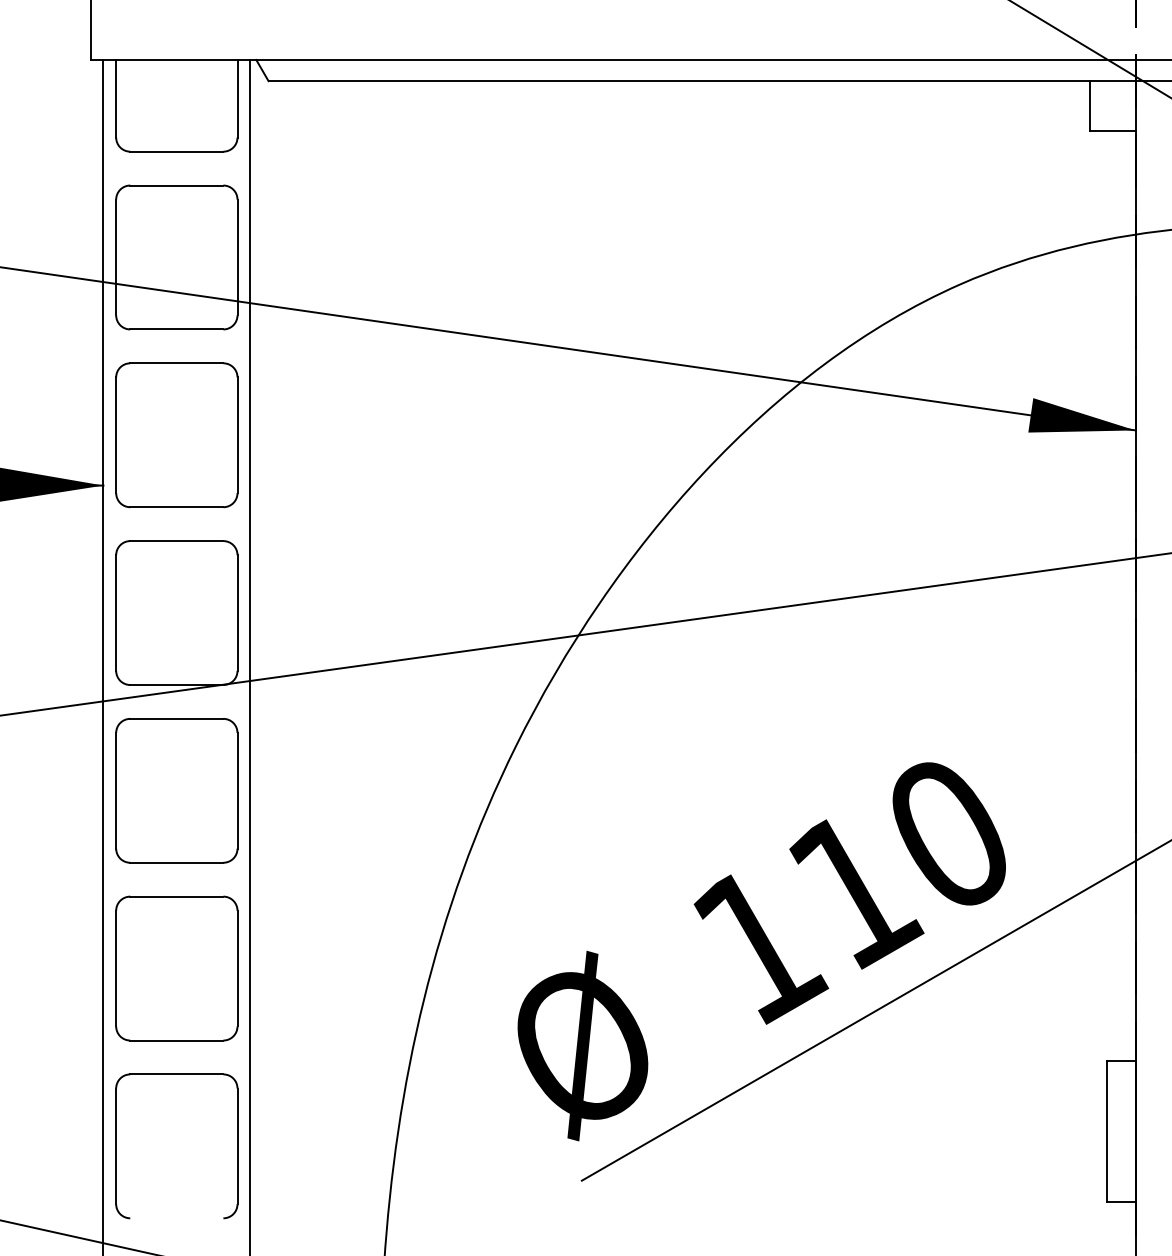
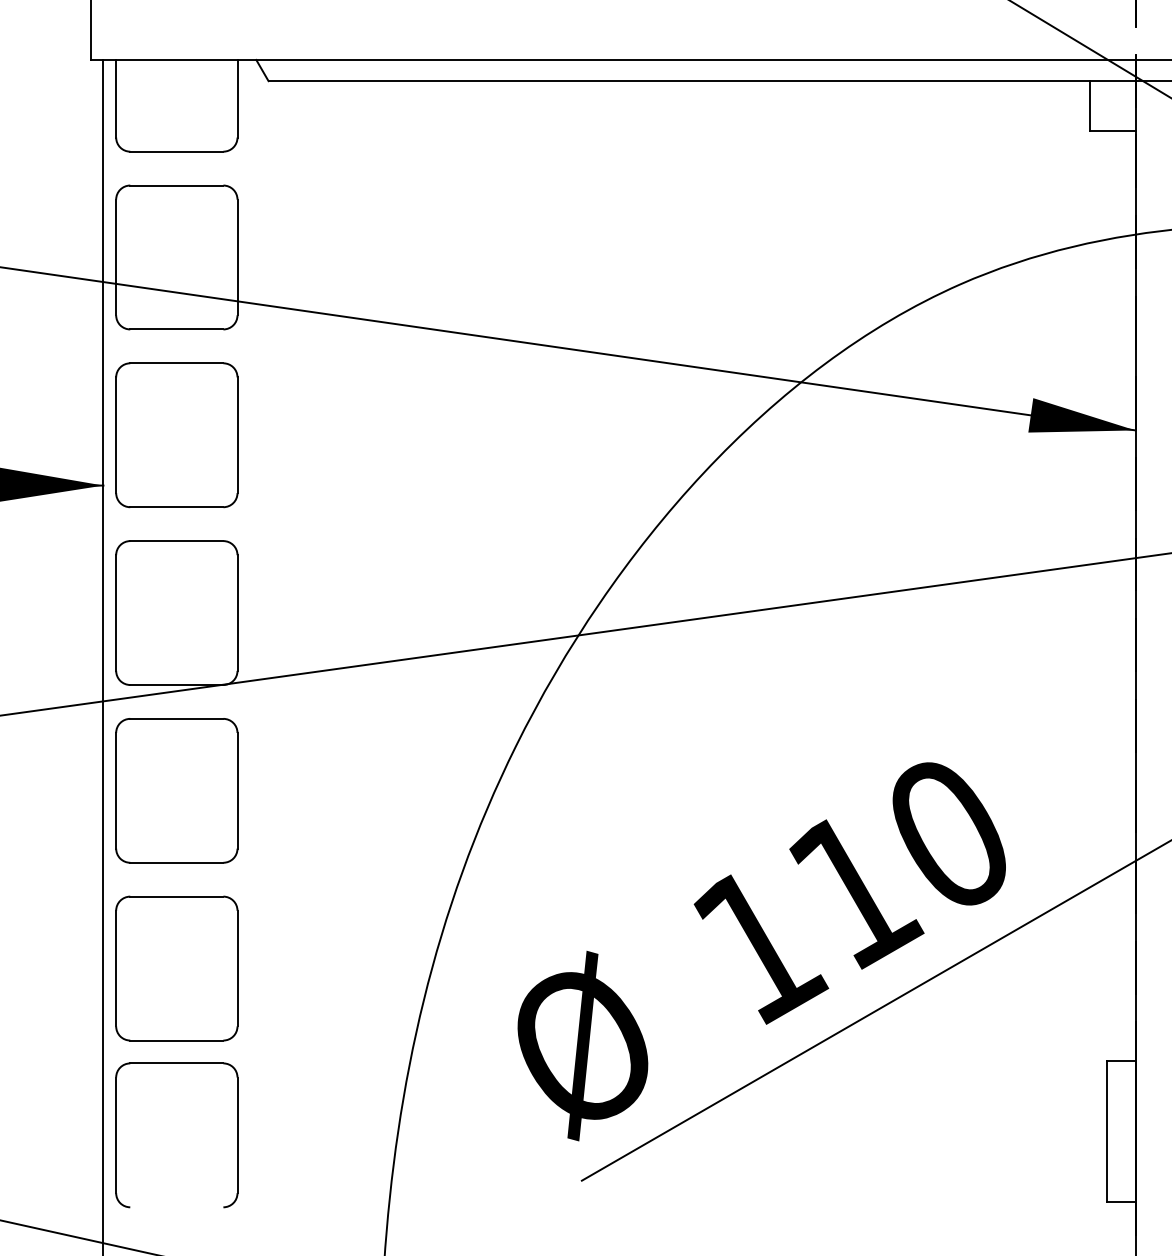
line at (250, 655): present -> none
part at (116, 1146) position: (116, 1146) -> (116, 1135)
